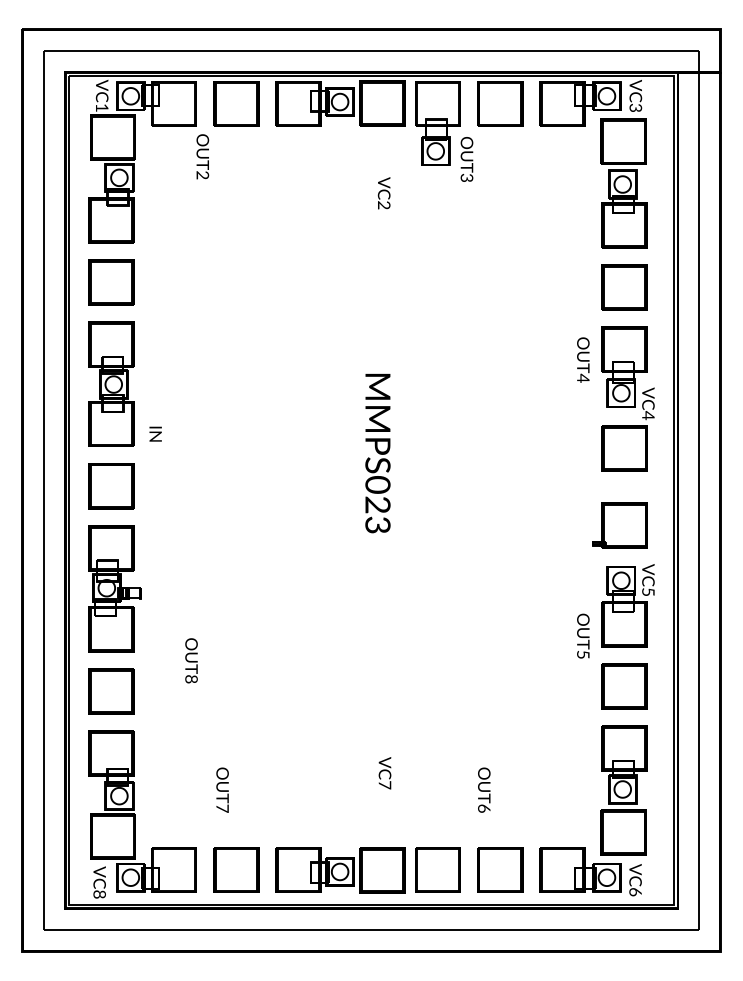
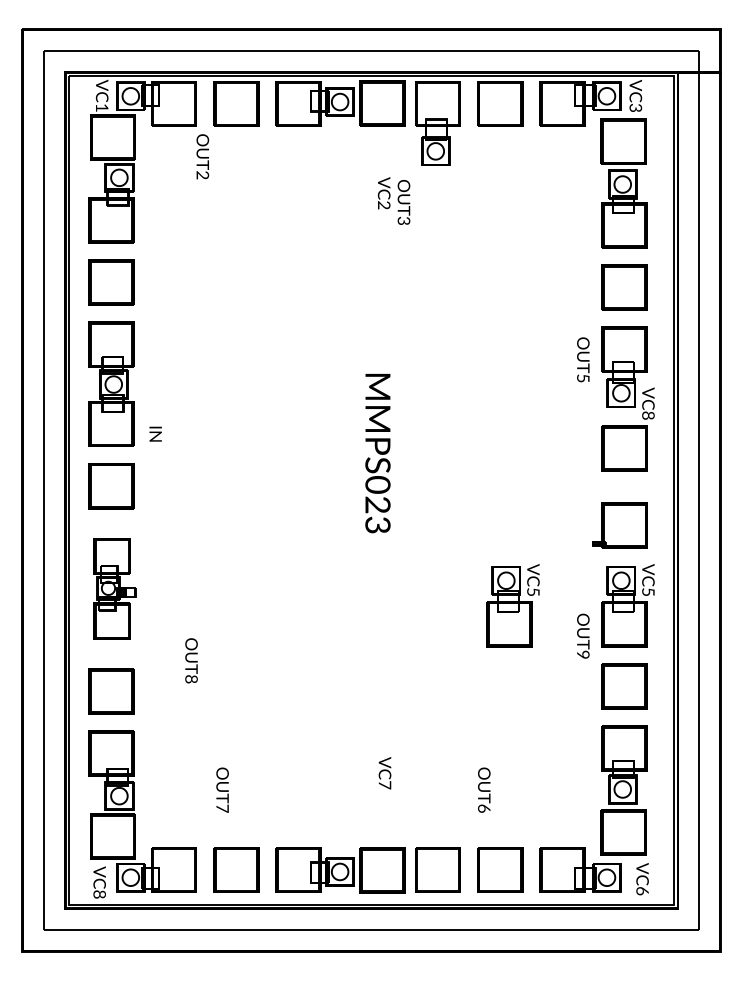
text at (466, 159) position: (466, 159) -> (403, 202)
text at (583, 377): OUT4 -> OUT5
text at (648, 415): VC4 -> VC8
part at (114, 588) size: 54x128 px -> 44x102 px
part at (512, 605): none -> present
text at (583, 654): OUT5 -> OUT9
text at (635, 880) position: (635, 880) -> (642, 879)
